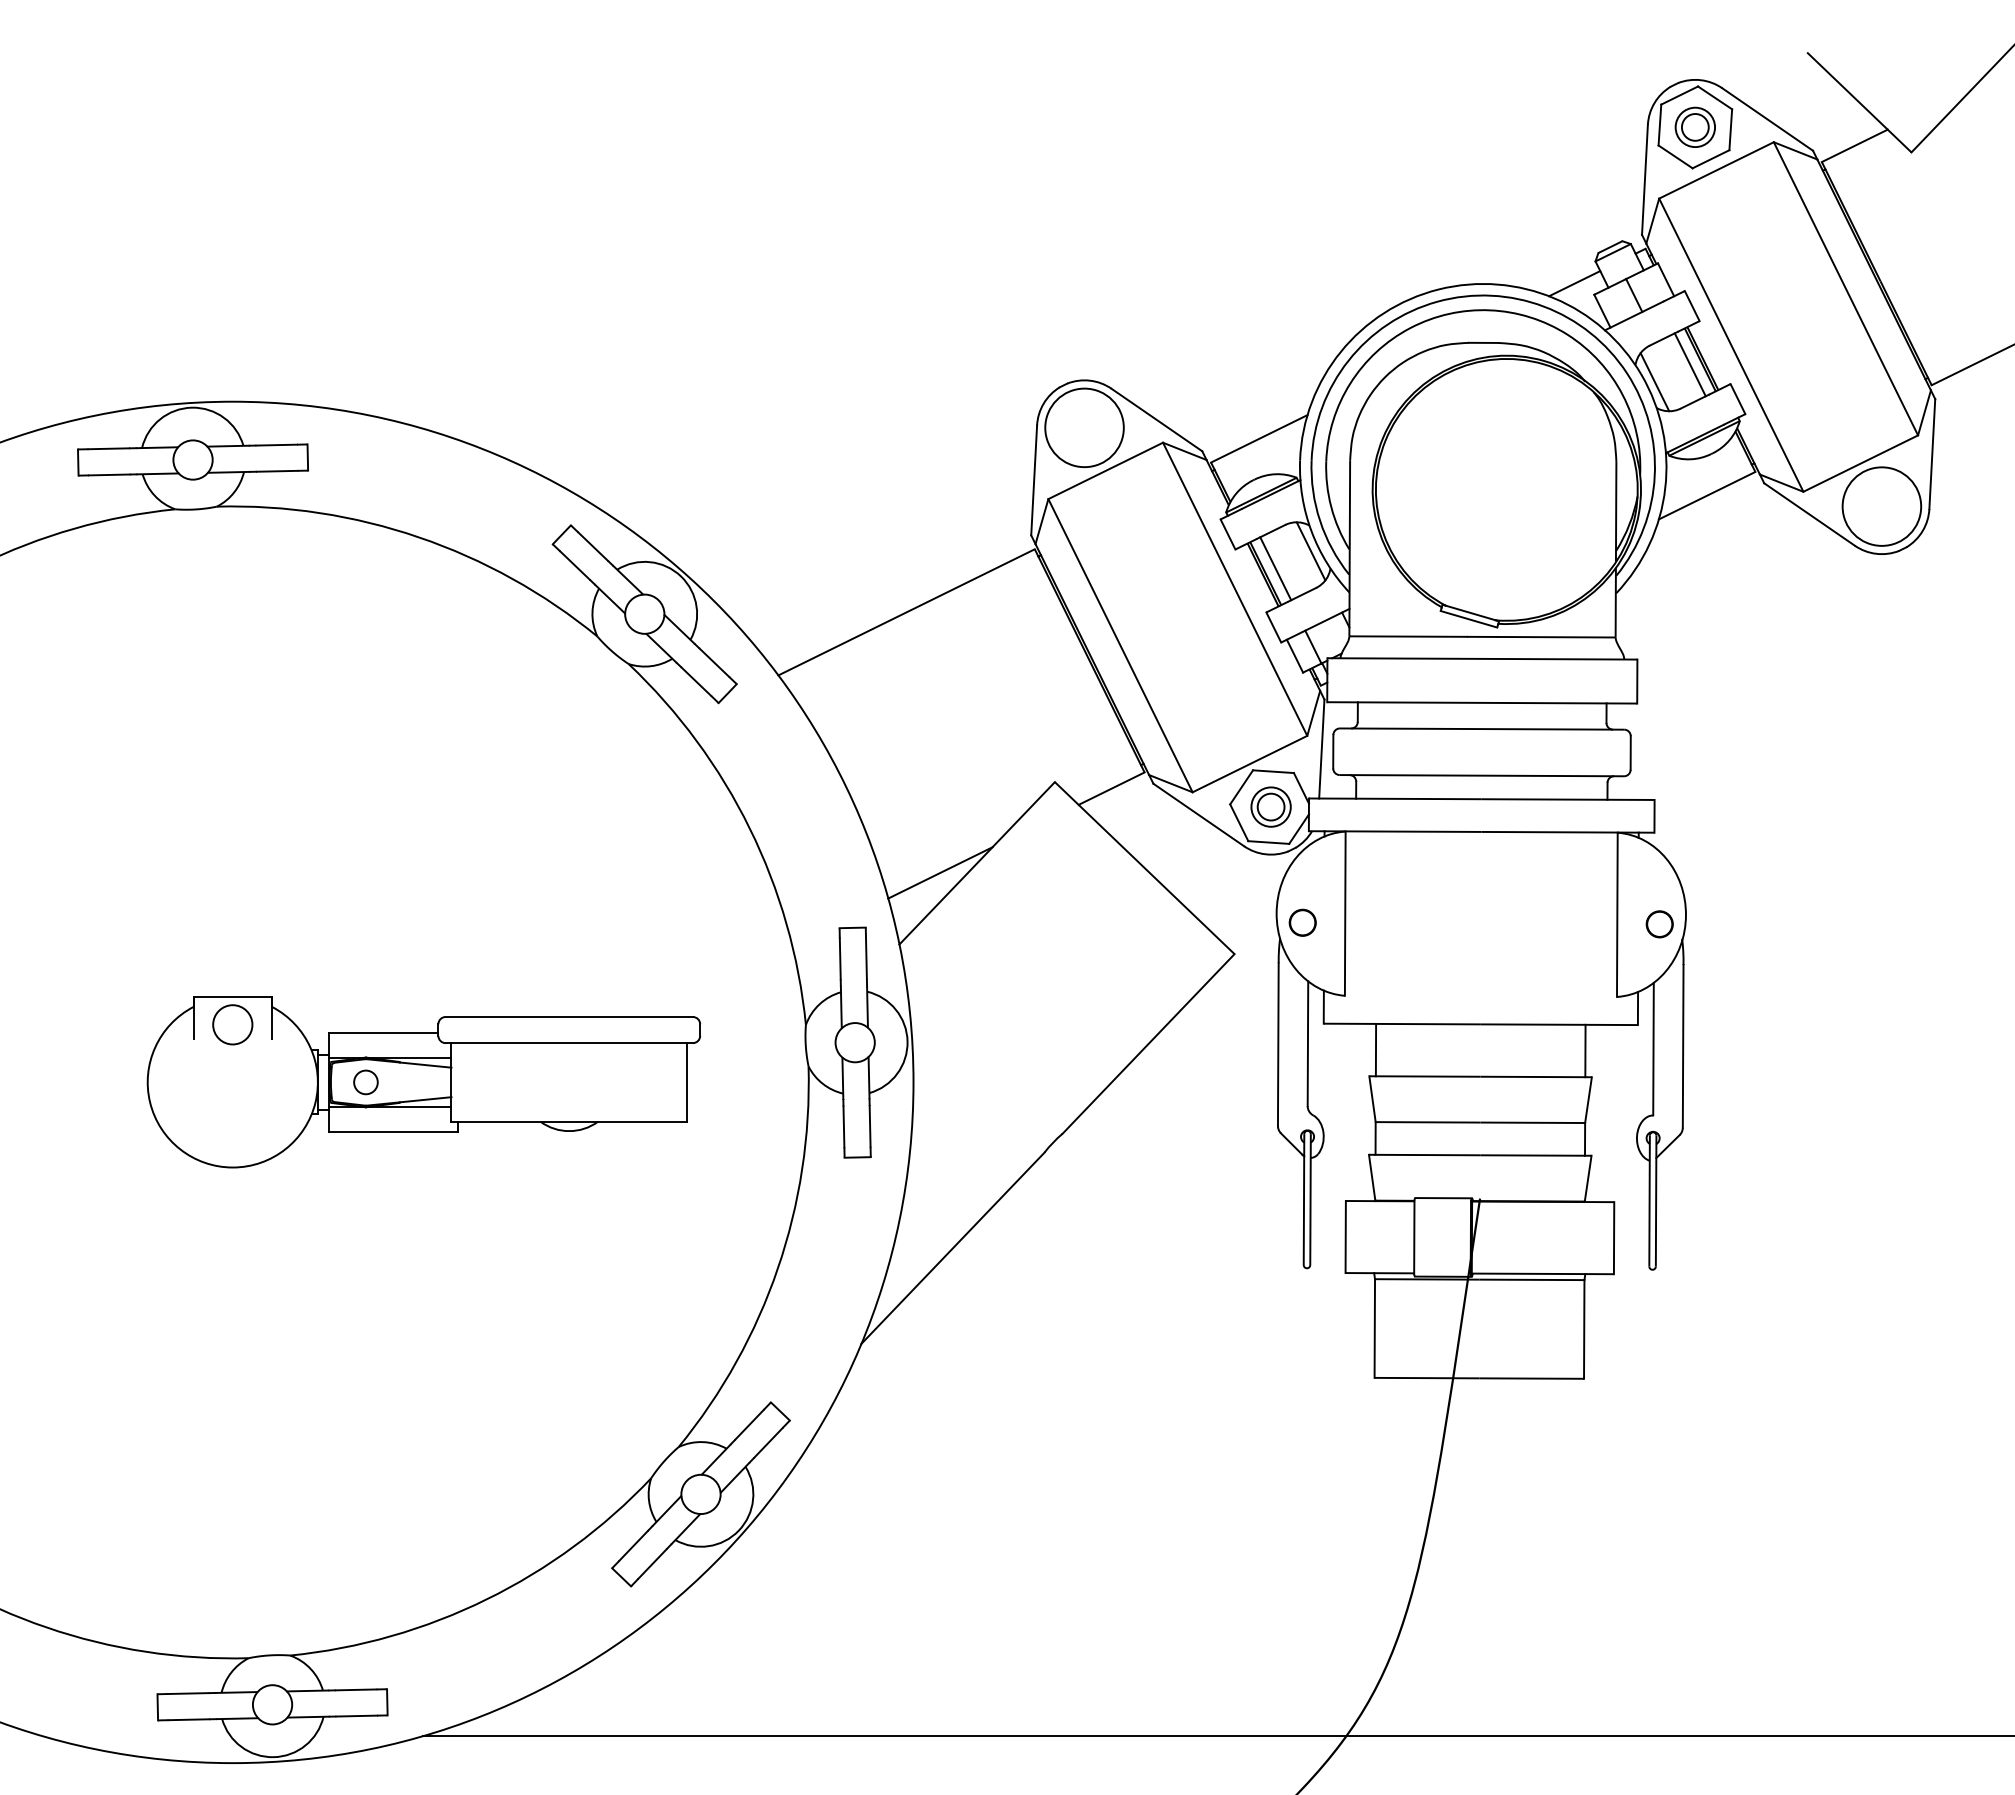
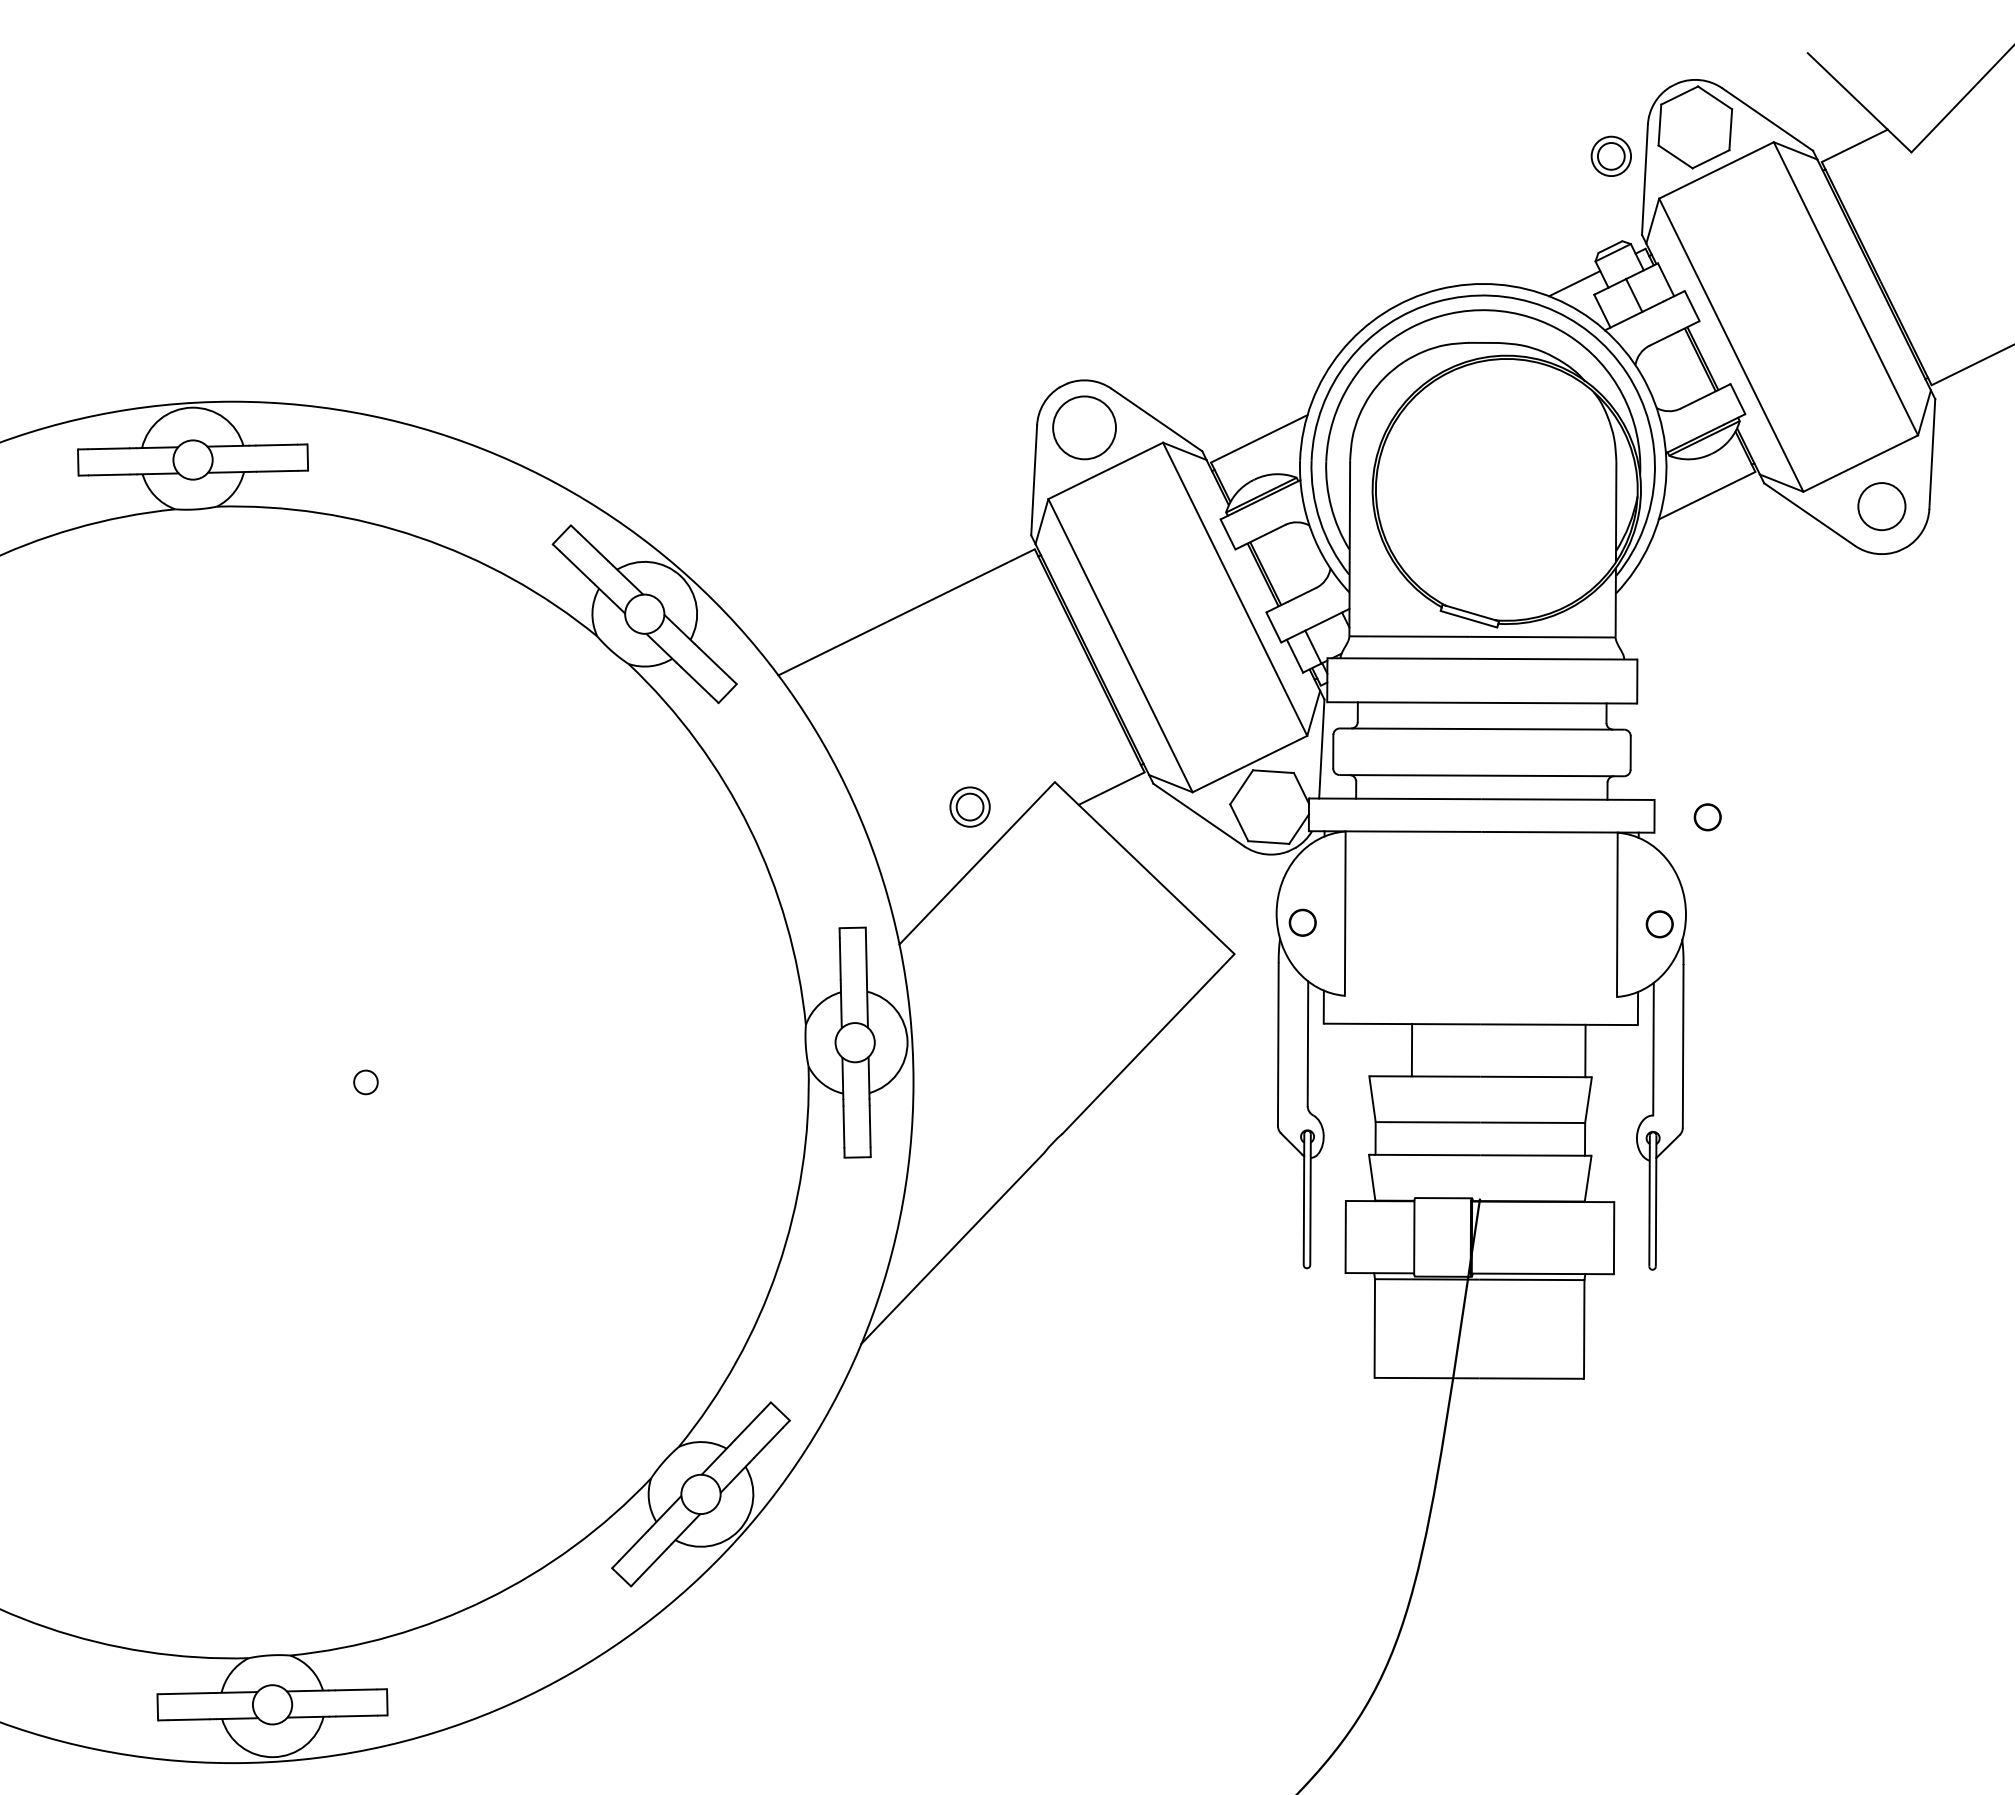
part at (1694, 126) position: (1694, 126) -> (1610, 155)
line at (1689, 364): present -> none
line at (1654, 382): present -> none
circle at (1084, 427) diameter: 79 px -> 63 px
circle at (1881, 506) diameter: 79 px -> 47 px
line at (1310, 551): present -> none
line at (1275, 568): present -> none
part at (1270, 806) position: (1270, 806) -> (969, 806)
circle at (1707, 817): none -> present
line at (940, 872): present -> none
line at (1375, 1049) position: (1375, 1049) -> (1411, 1049)
part at (423, 1082): present -> none
line at (1216, 1736): present -> none
